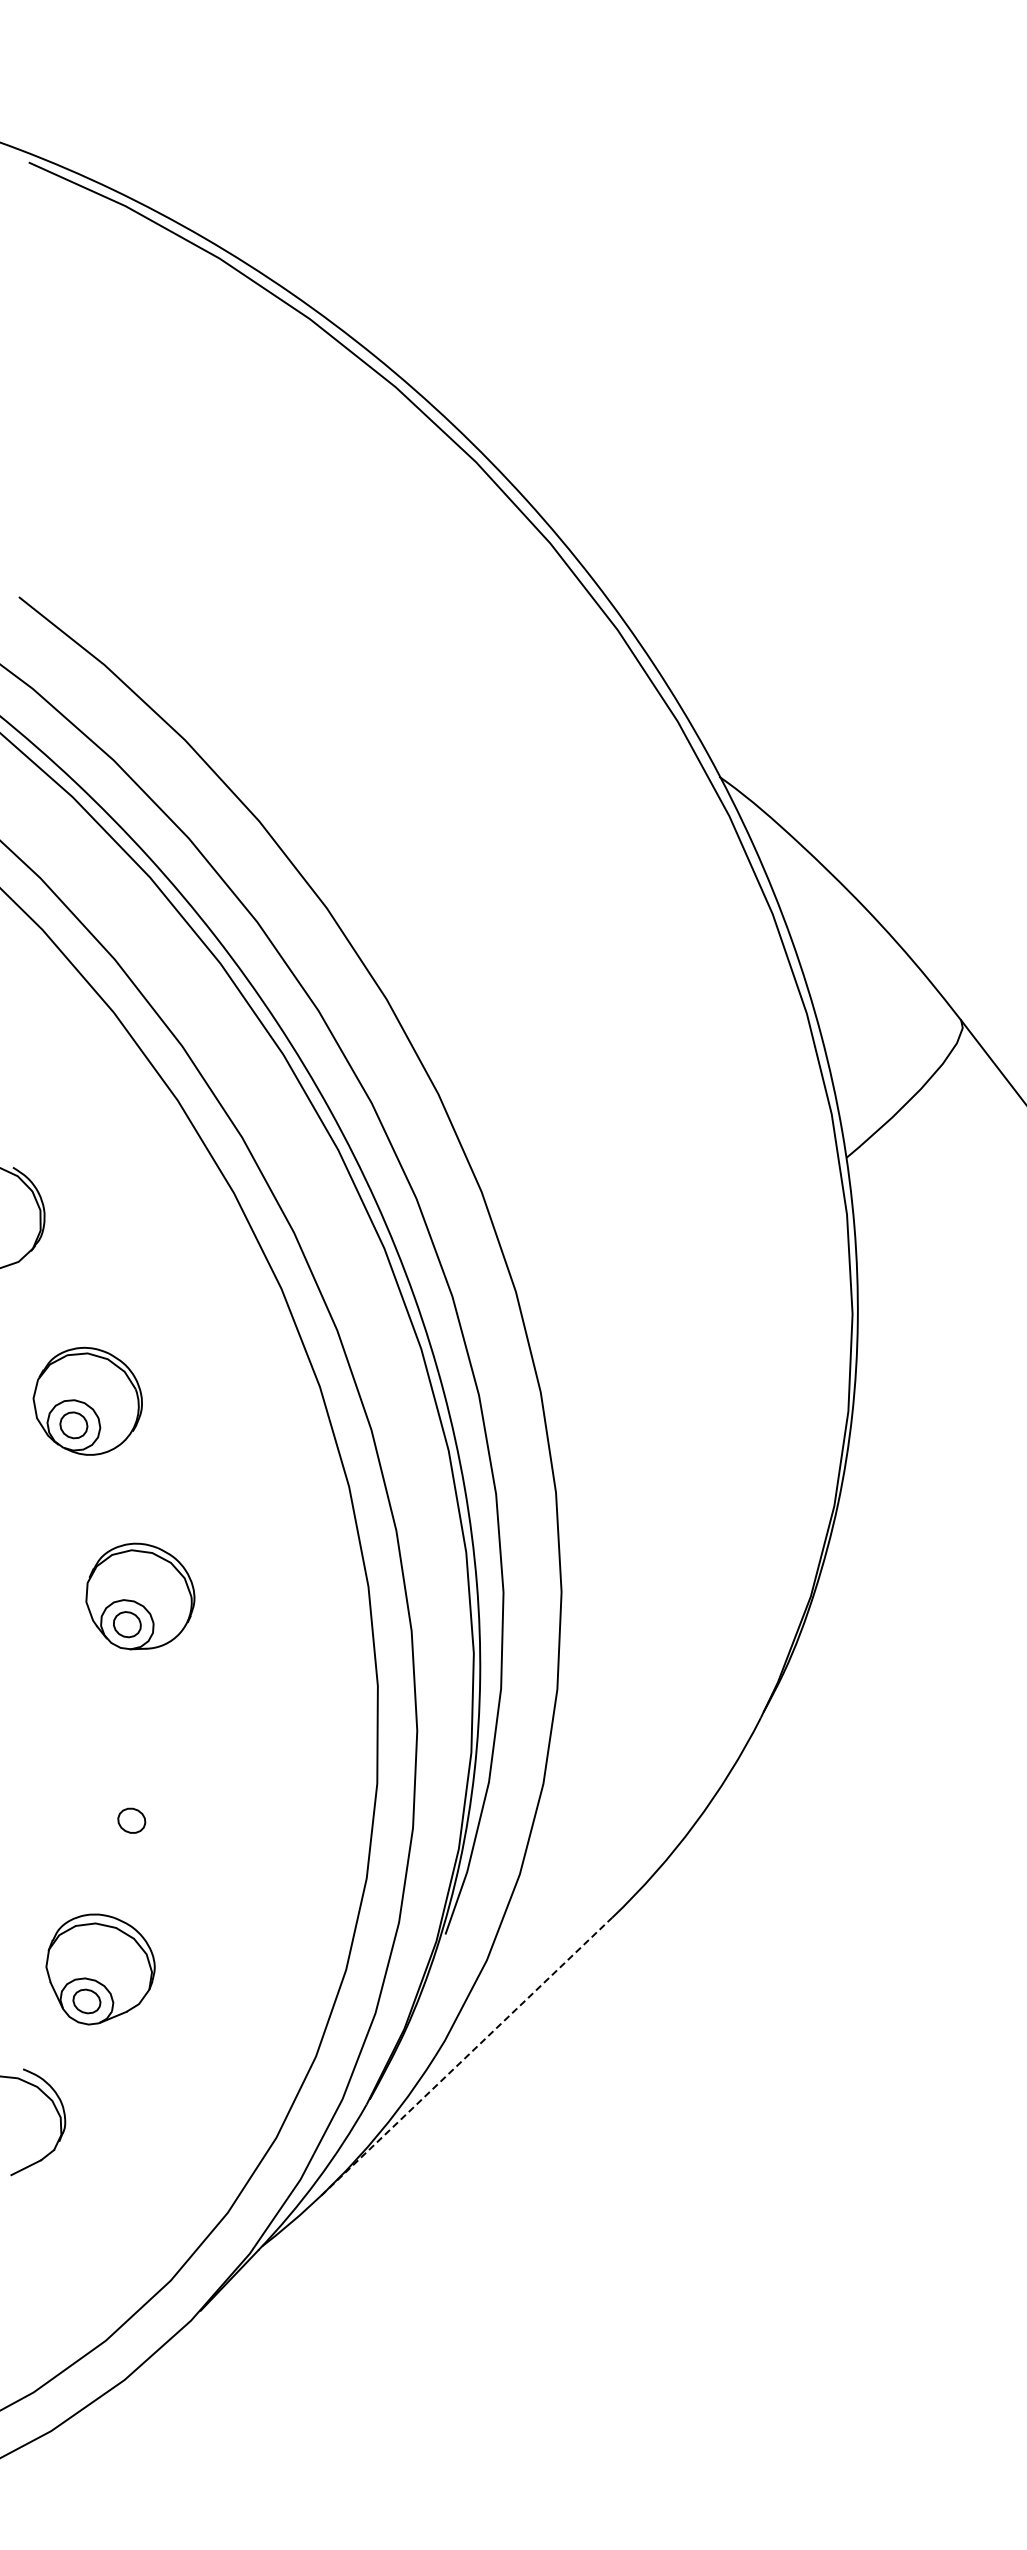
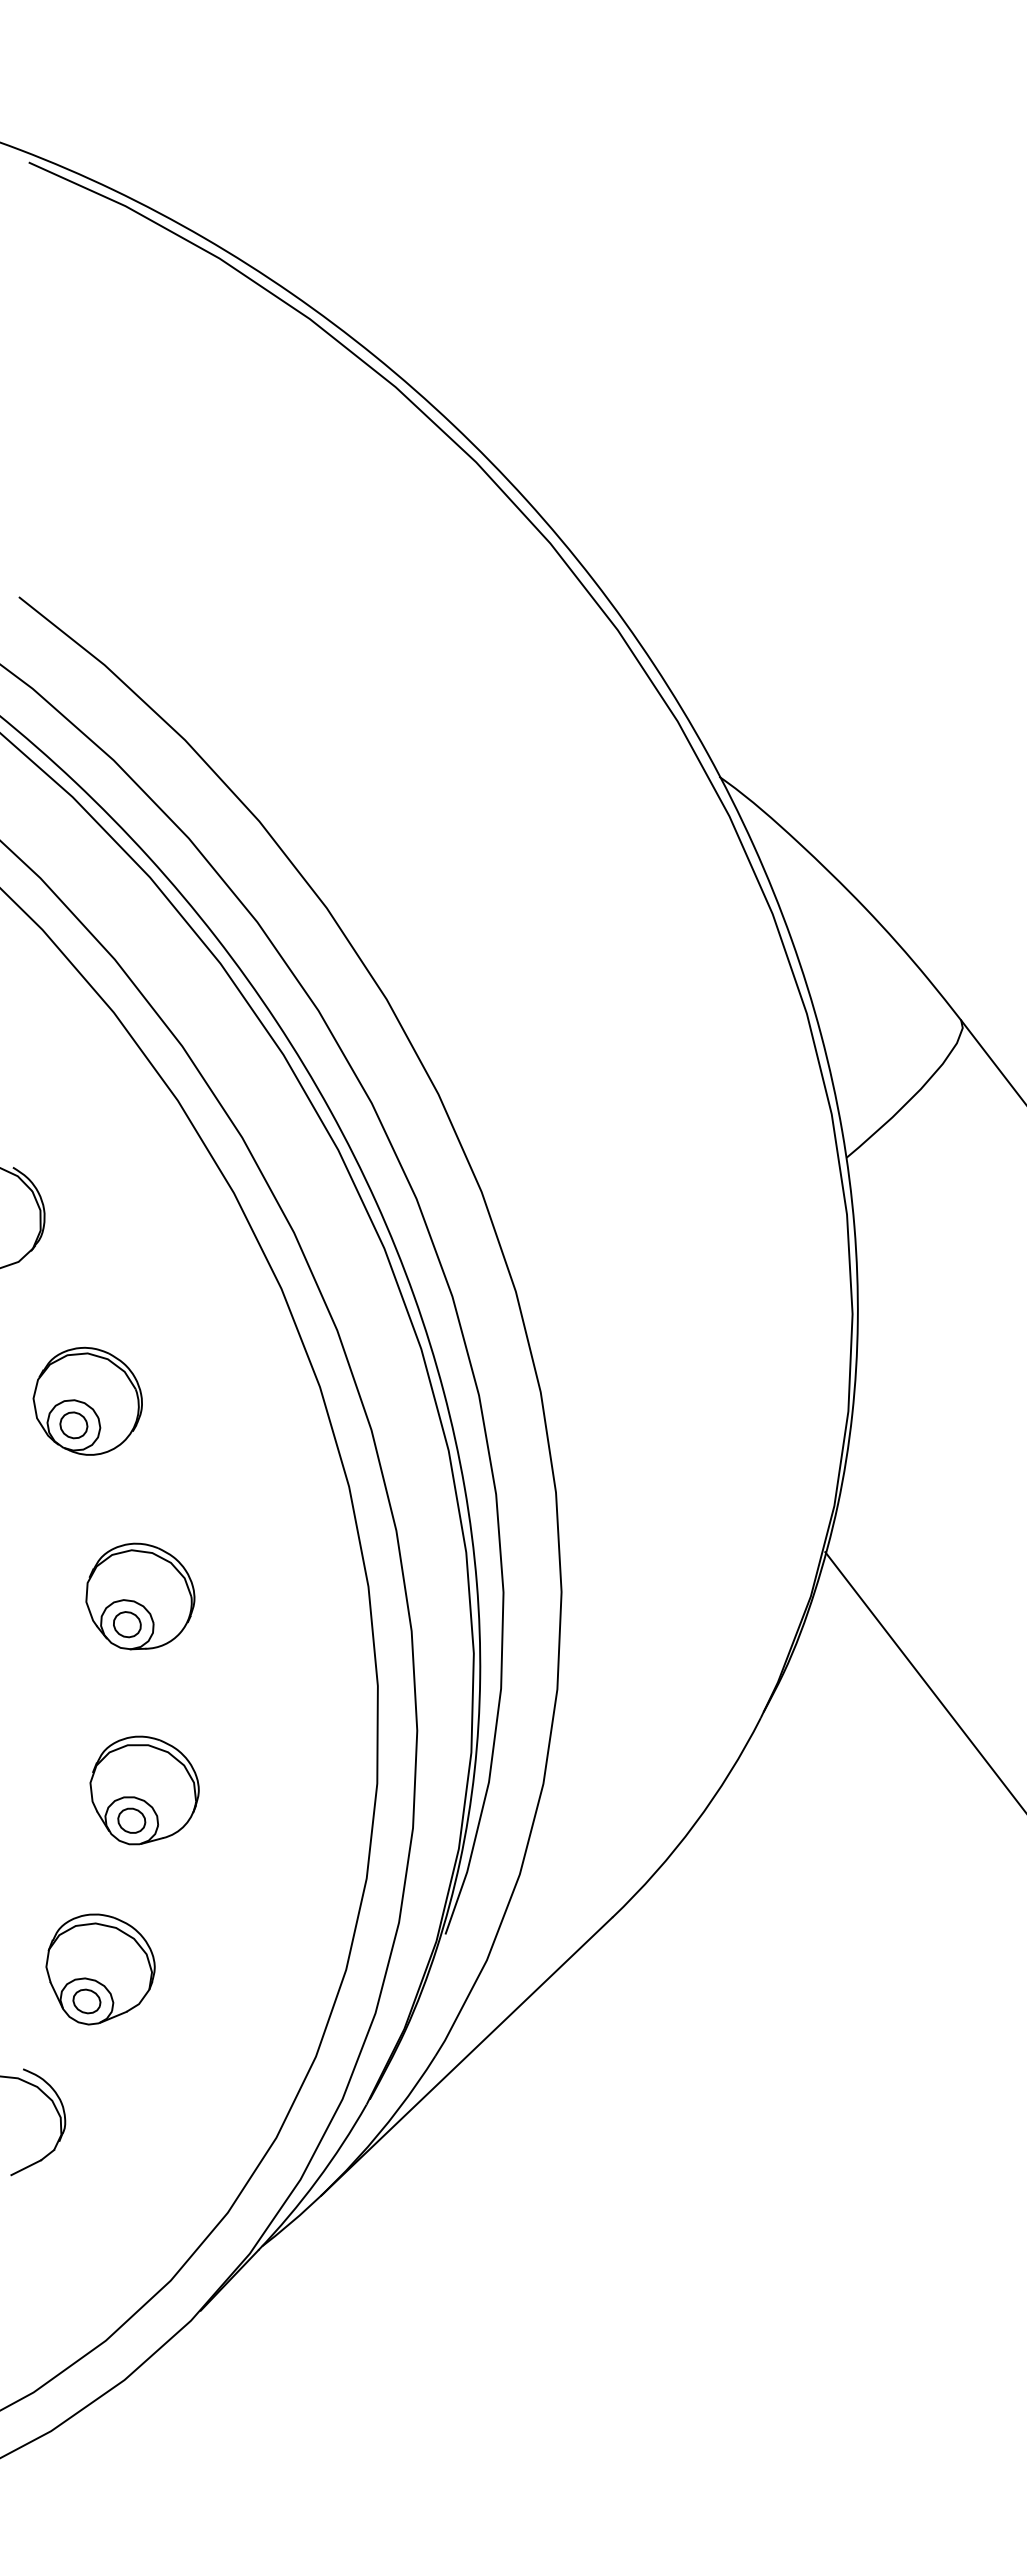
line at (924, 1681): none -> present
part at (144, 1790): none -> present
line at (467, 2056): dashed -> solid
